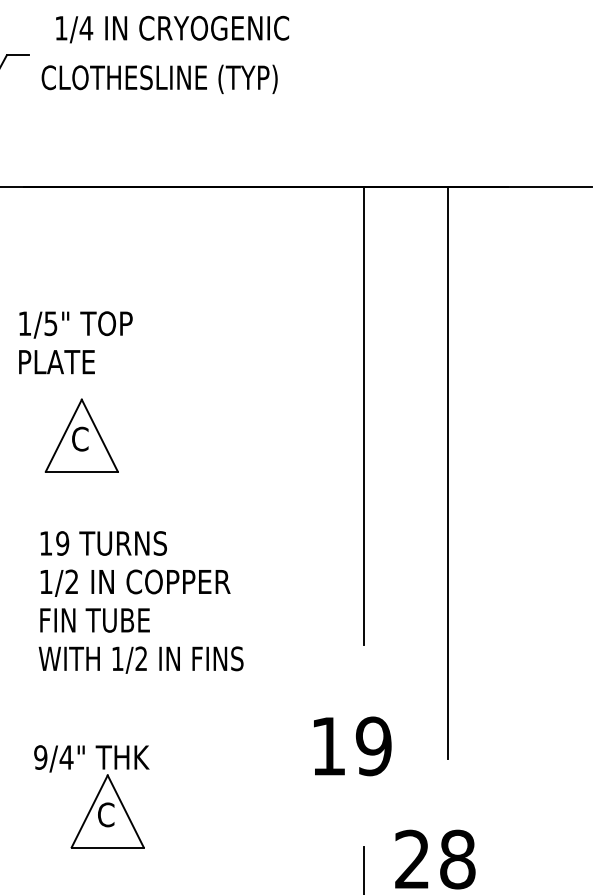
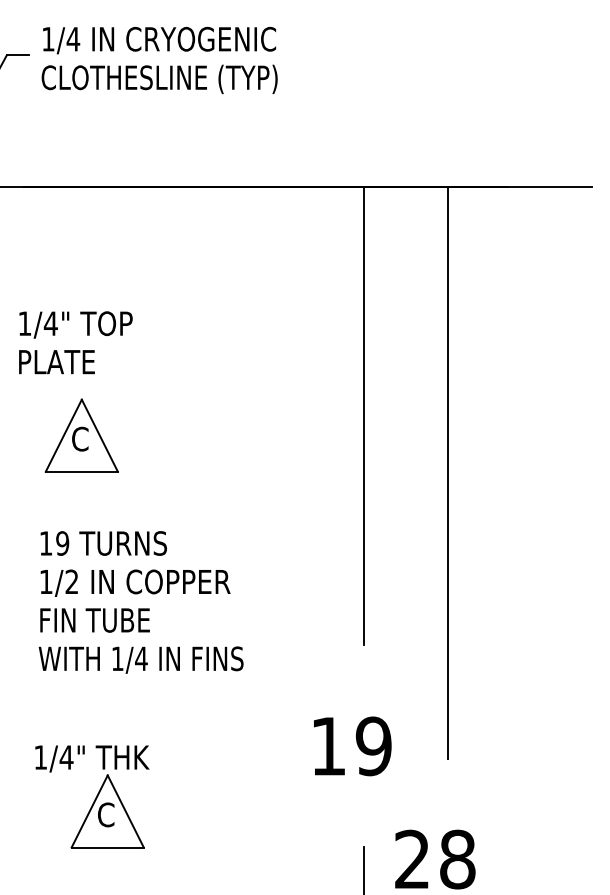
text at (172, 29) position: (172, 29) -> (159, 40)
text at (50, 323): 1/5" -> 1/4"
text at (141, 658): 1/2 -> 1/4
text at (40, 757): 9/4" -> 1/4"
